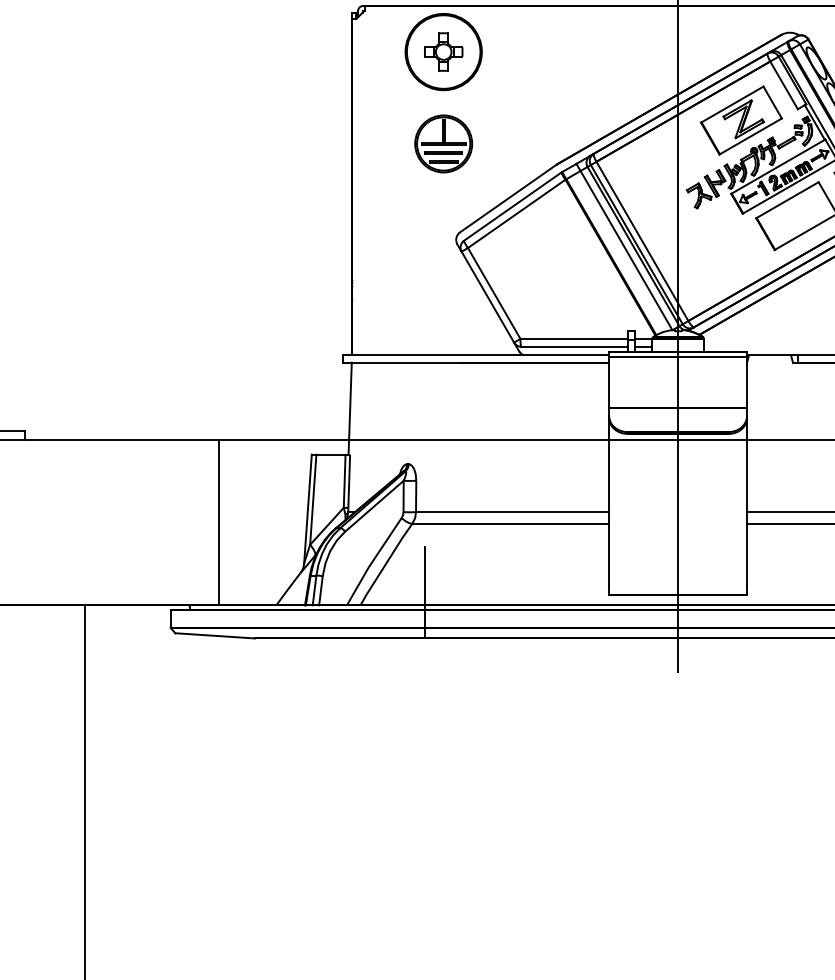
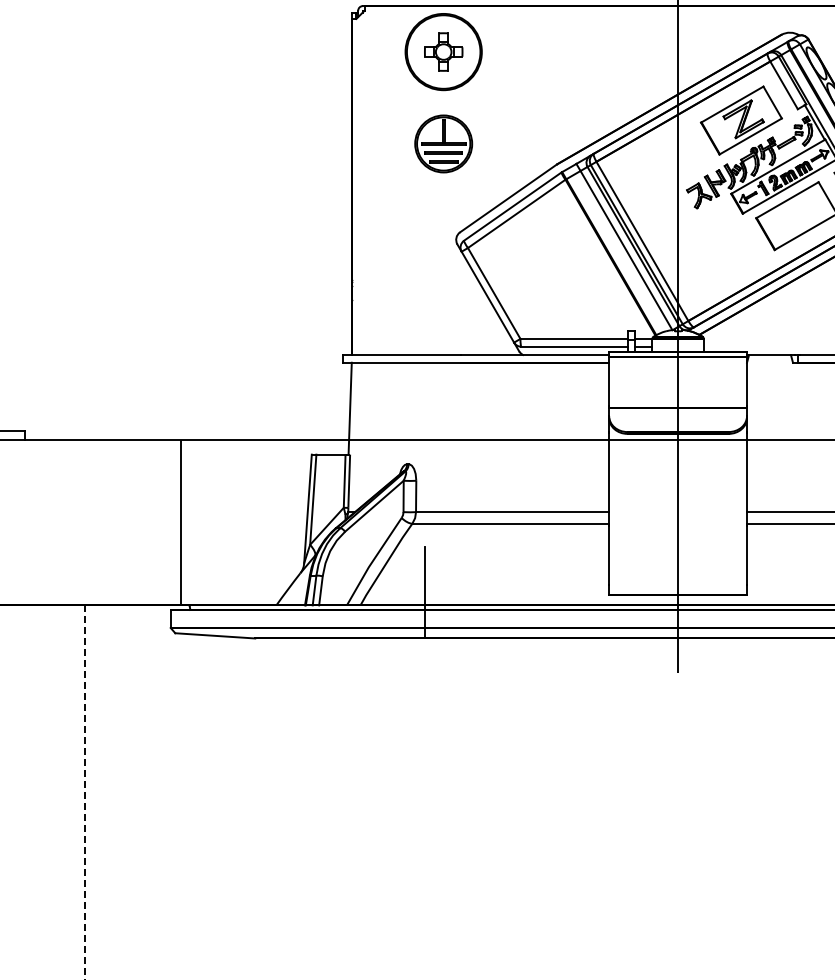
line at (218, 522) position: (218, 522) -> (180, 522)
line at (85, 792): solid -> dashed
